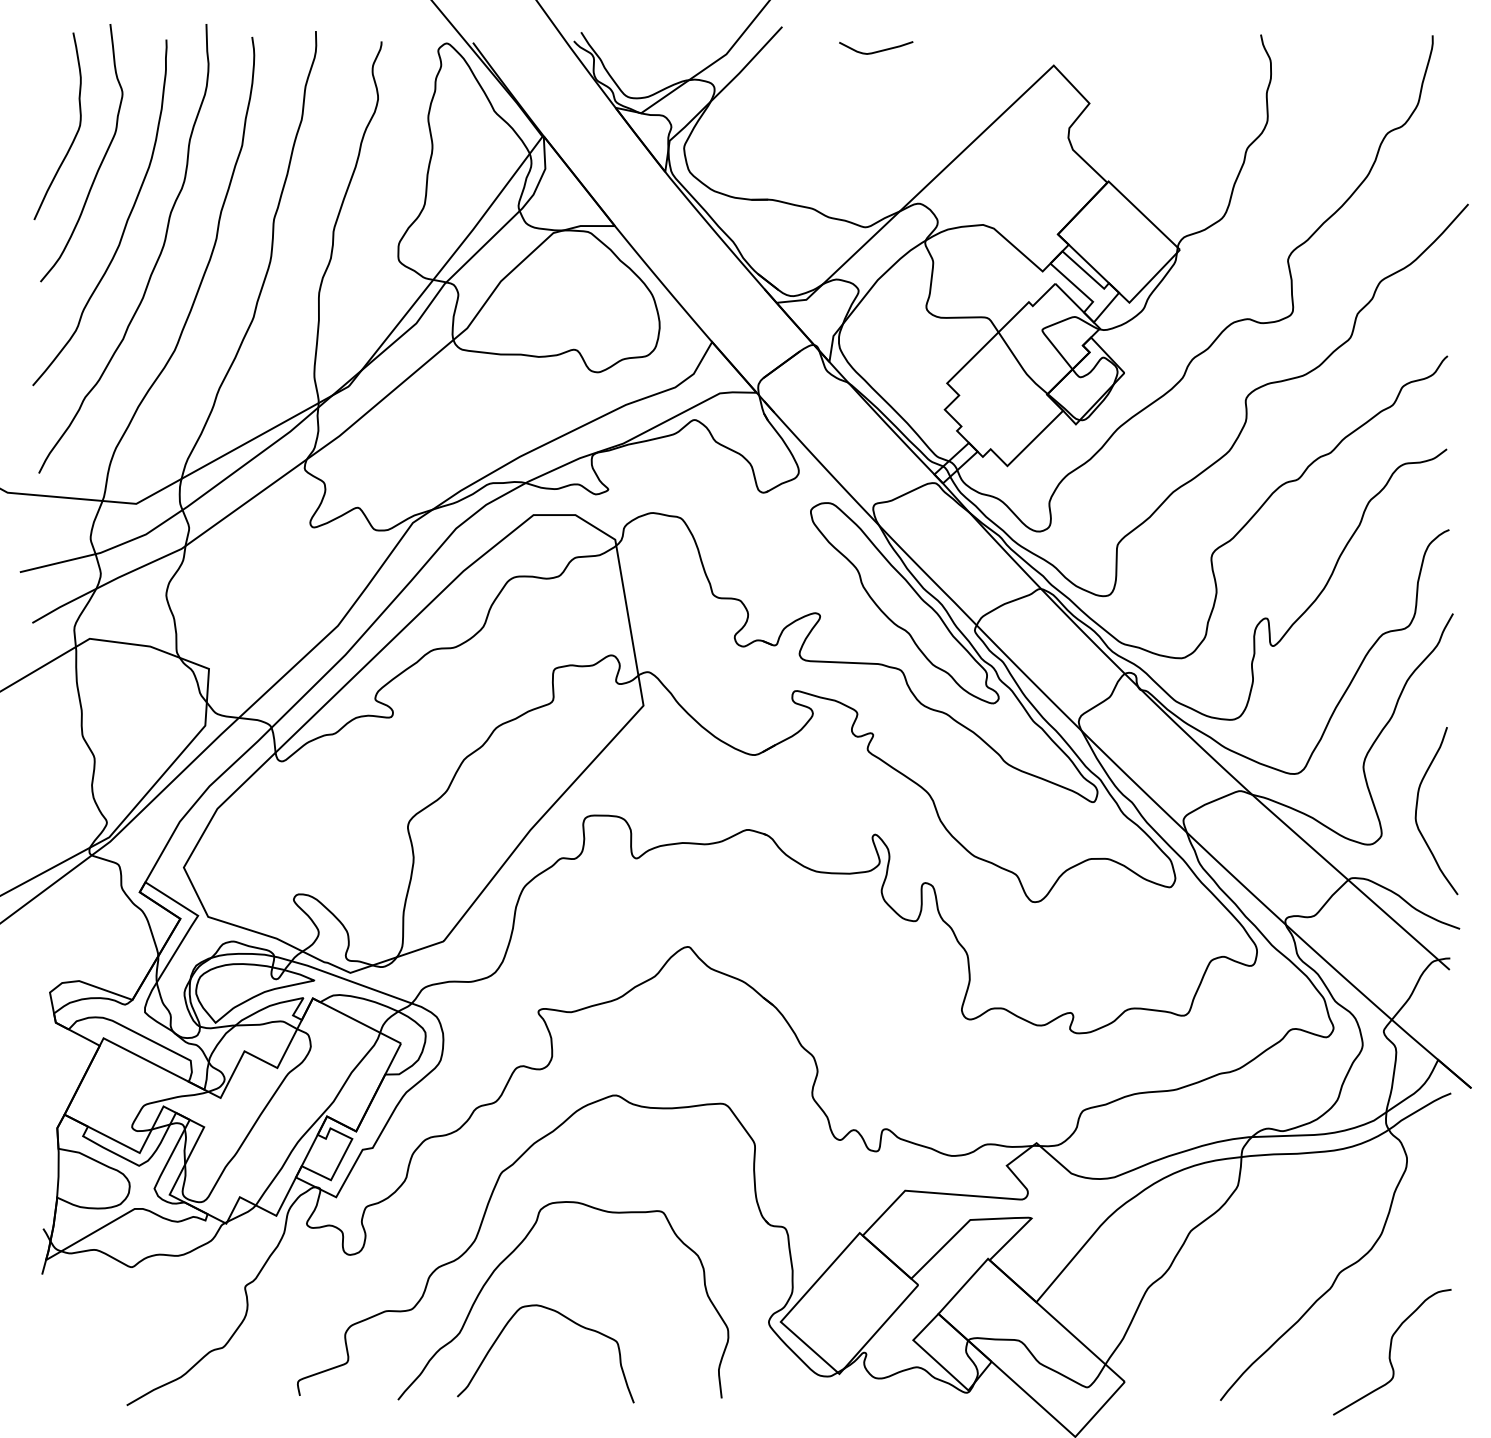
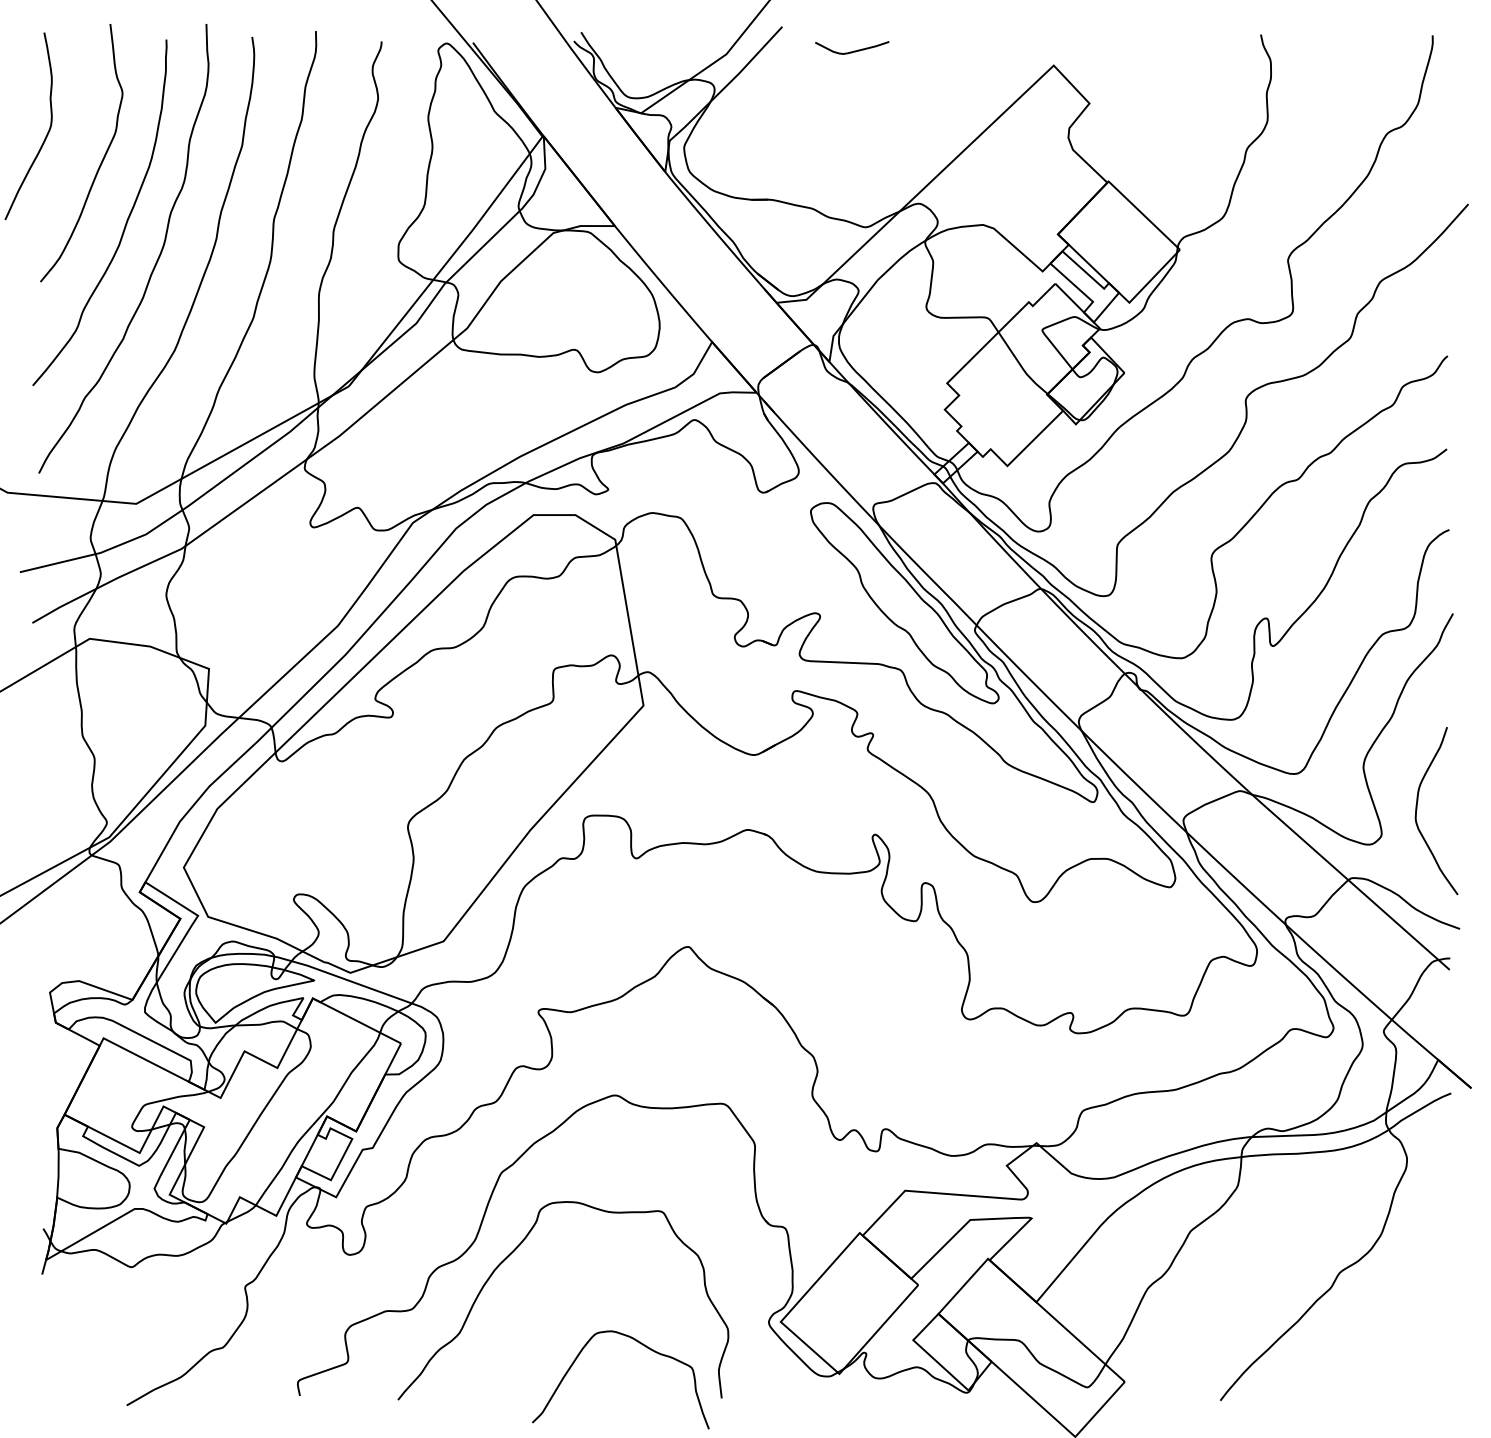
curve at (878, 50) position: (878, 50) -> (854, 50)
curve at (75, 134) position: (75, 134) -> (46, 134)
curve at (565, 1318) position: (565, 1318) -> (640, 1344)
curve at (1390, 1352): present -> none
